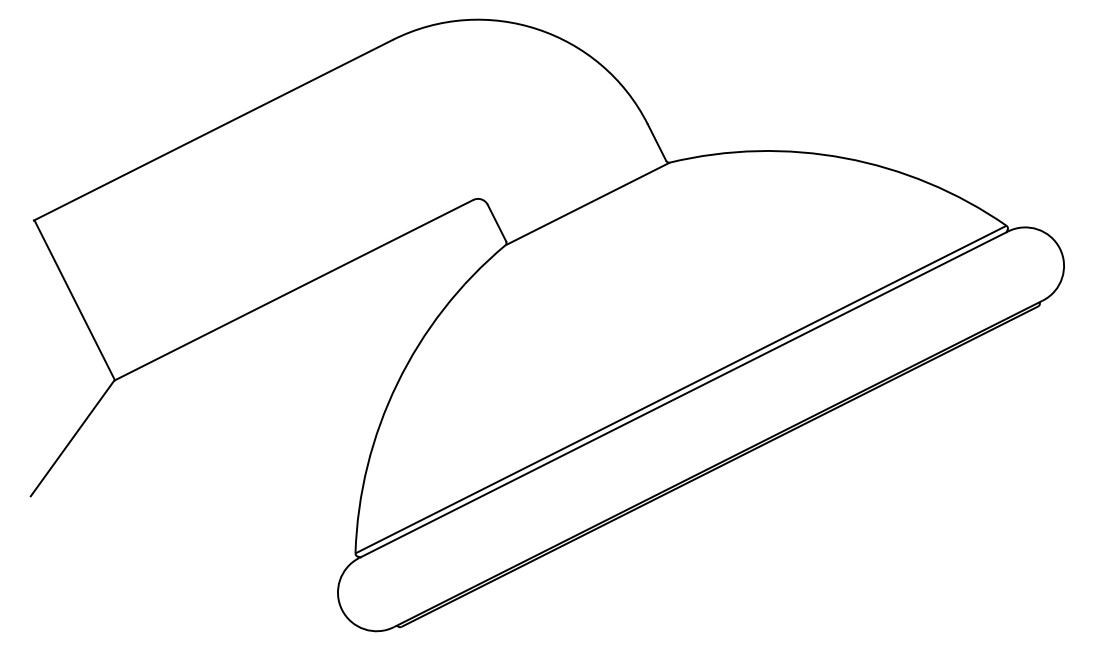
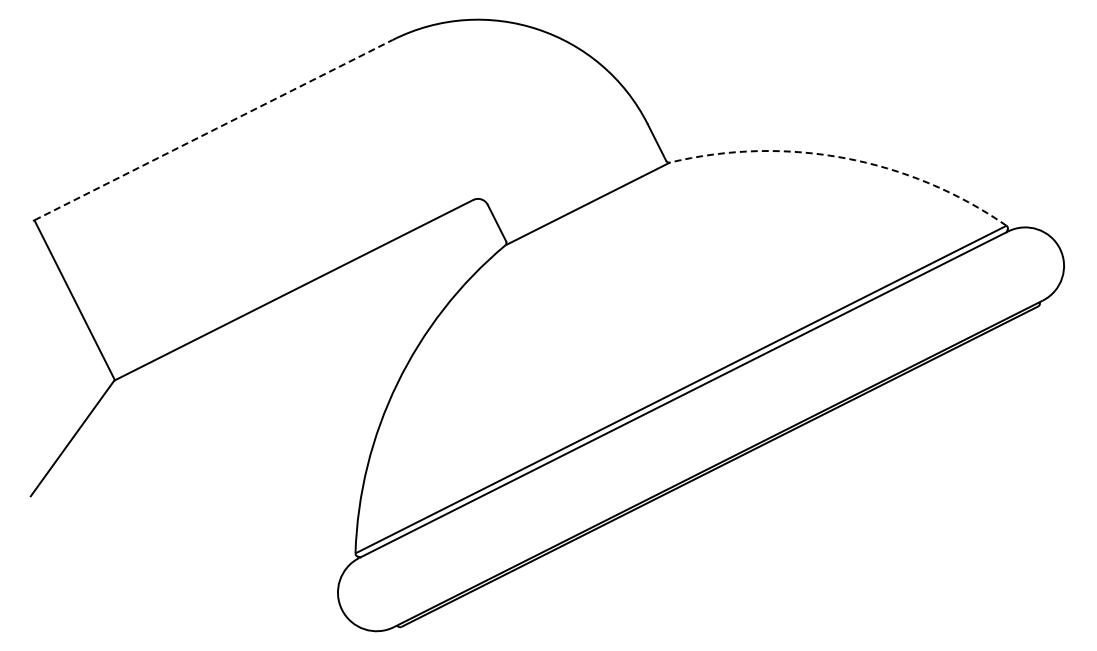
line at (213, 130): solid -> dashed
arc at (845, 158): solid -> dashed
